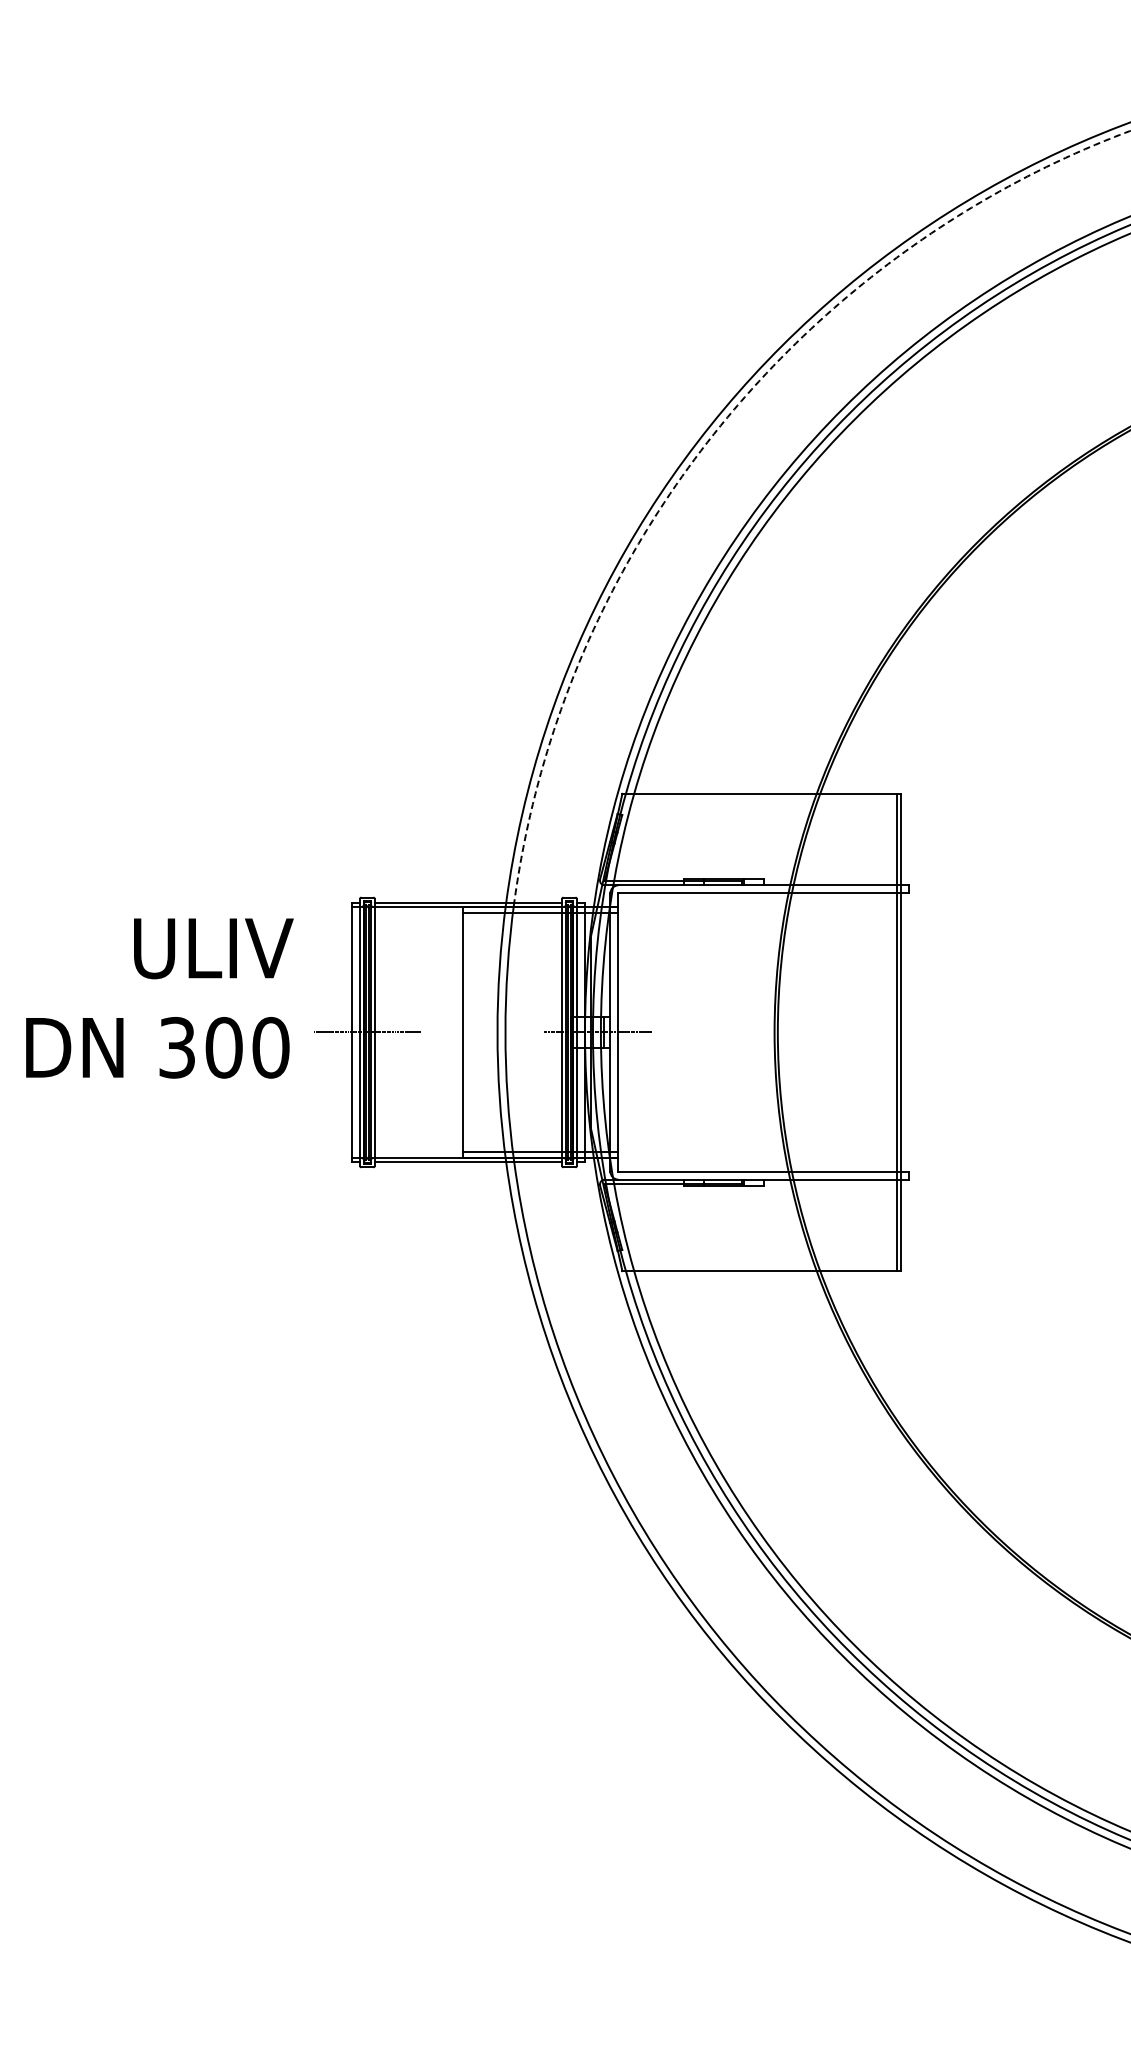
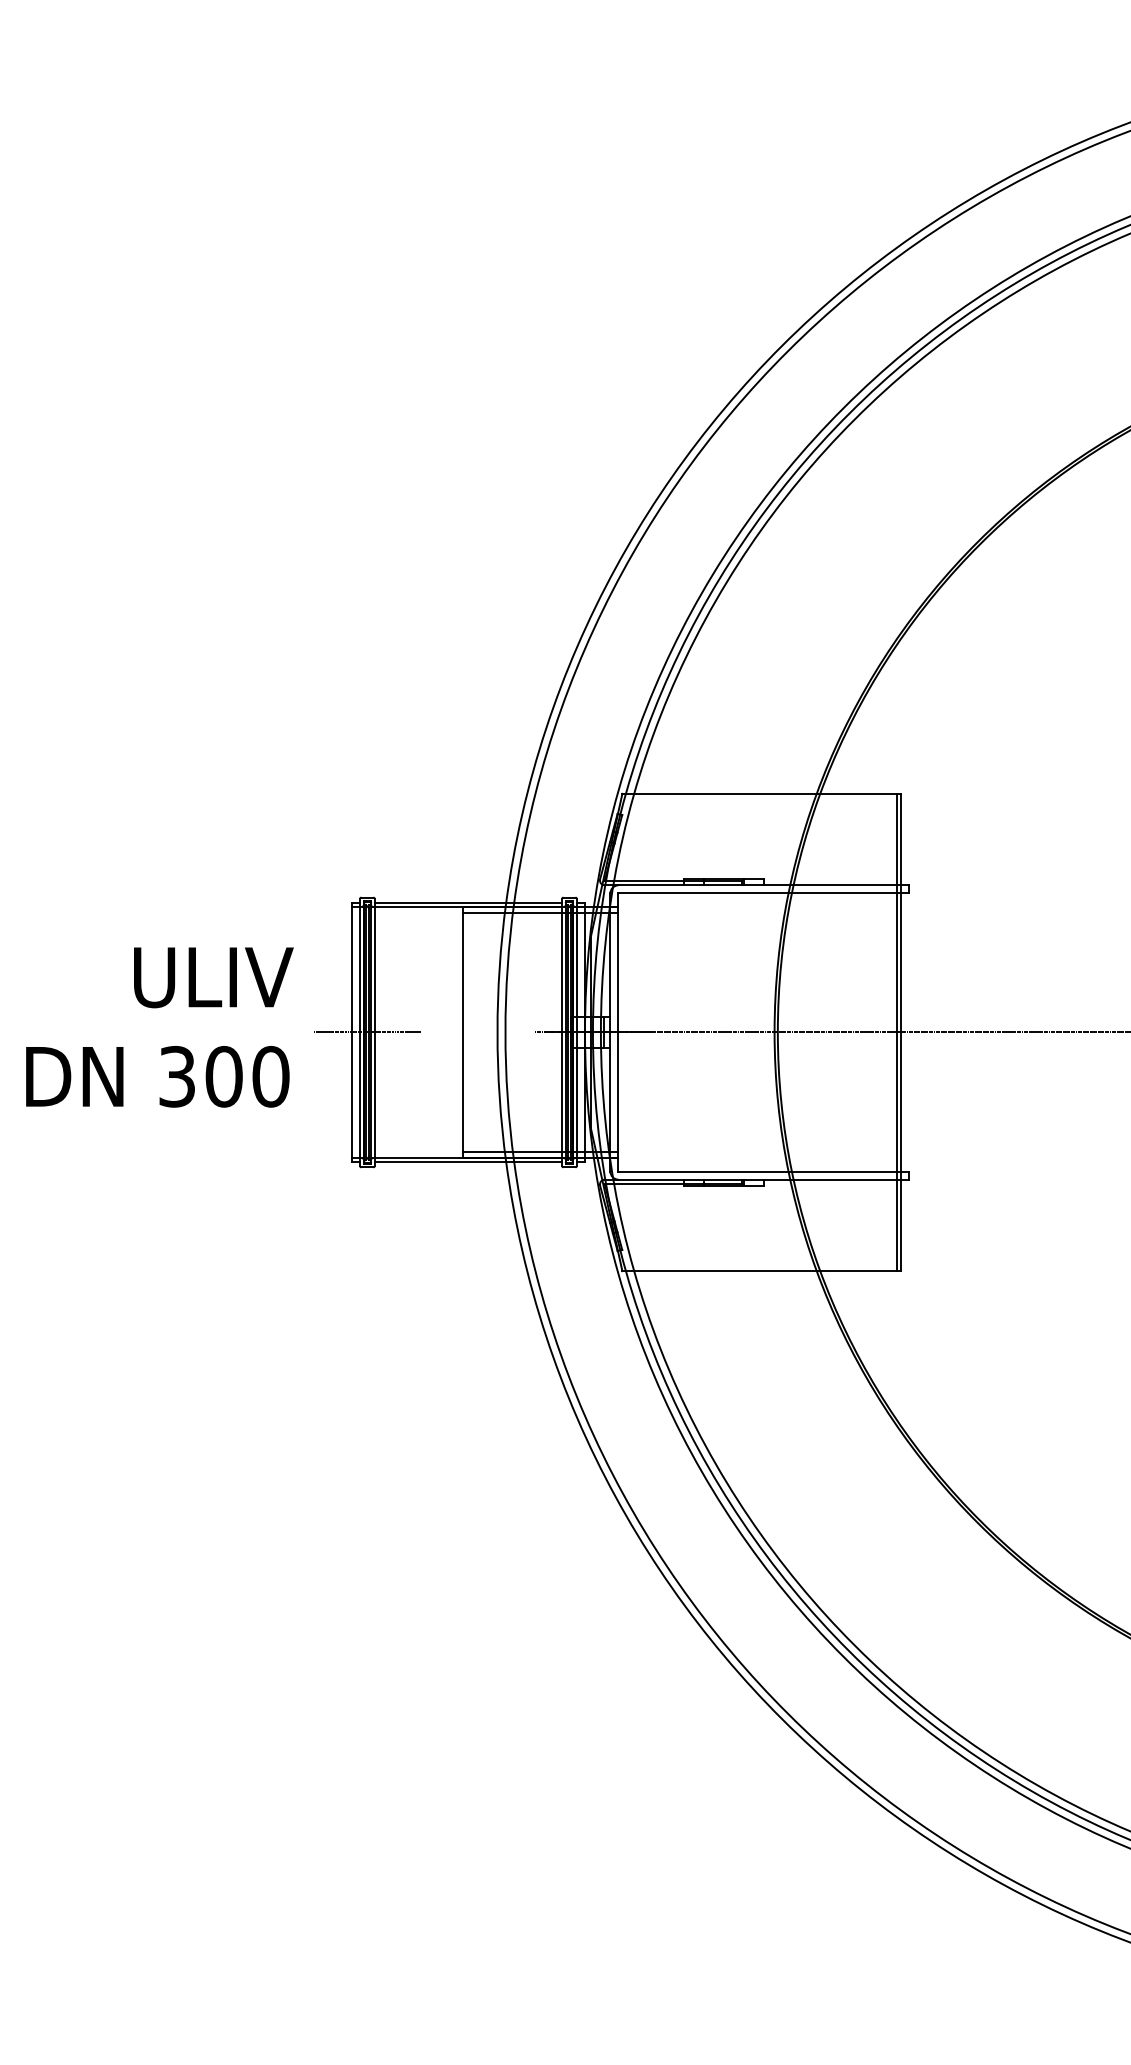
arc at (716, 431): dashed -> solid
text at (159, 998) position: (159, 998) -> (159, 1027)
line at (831, 1032): none -> present
